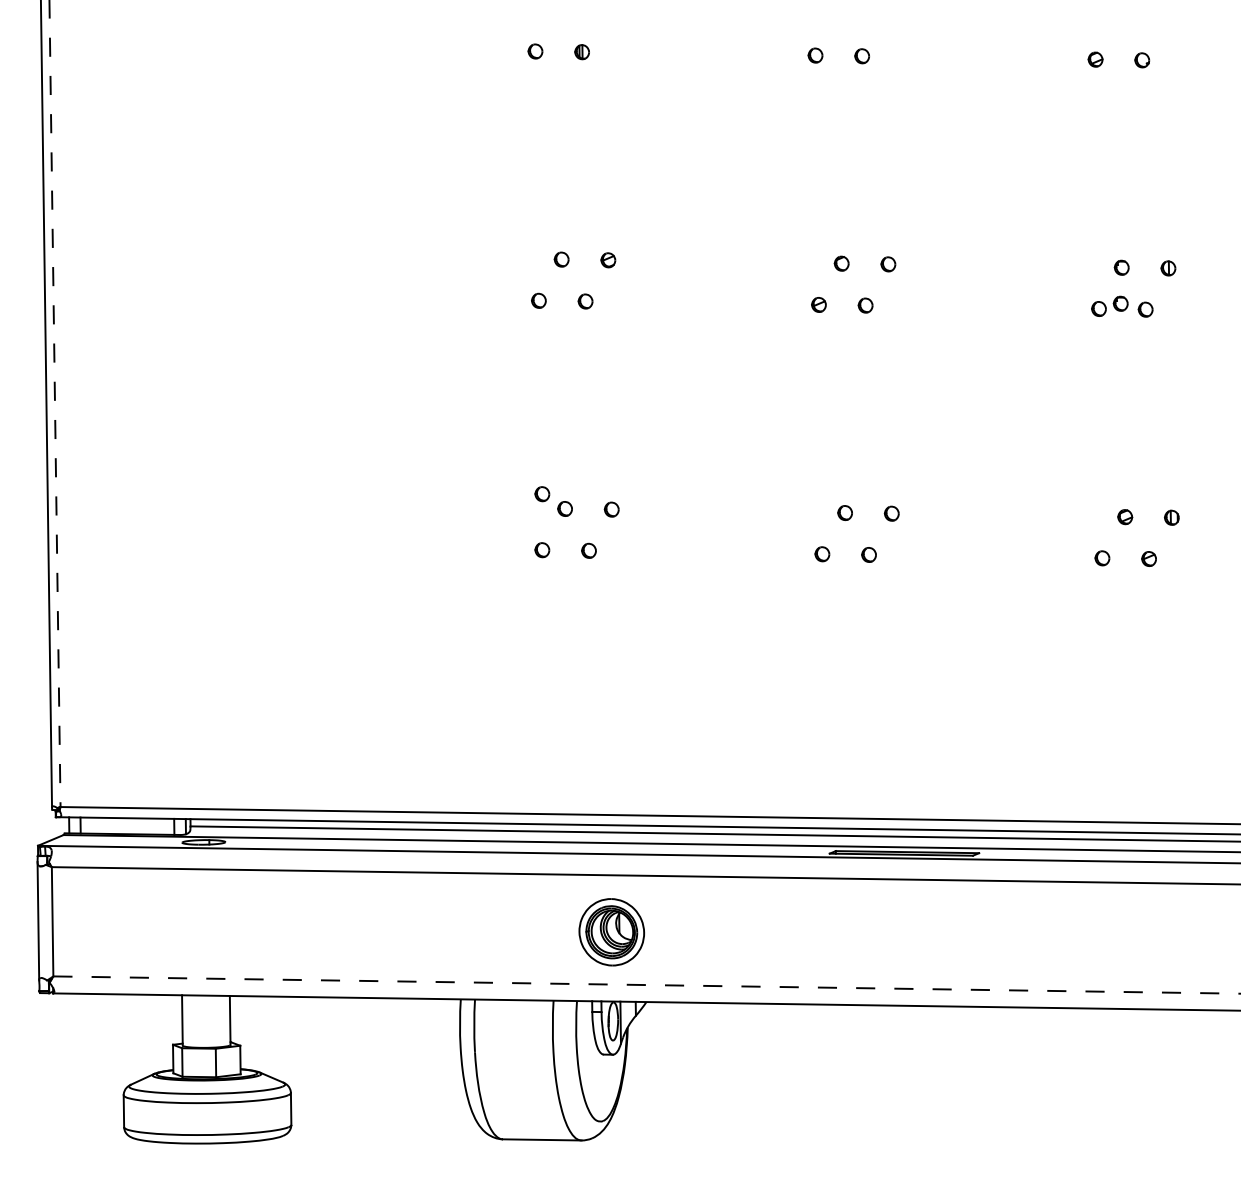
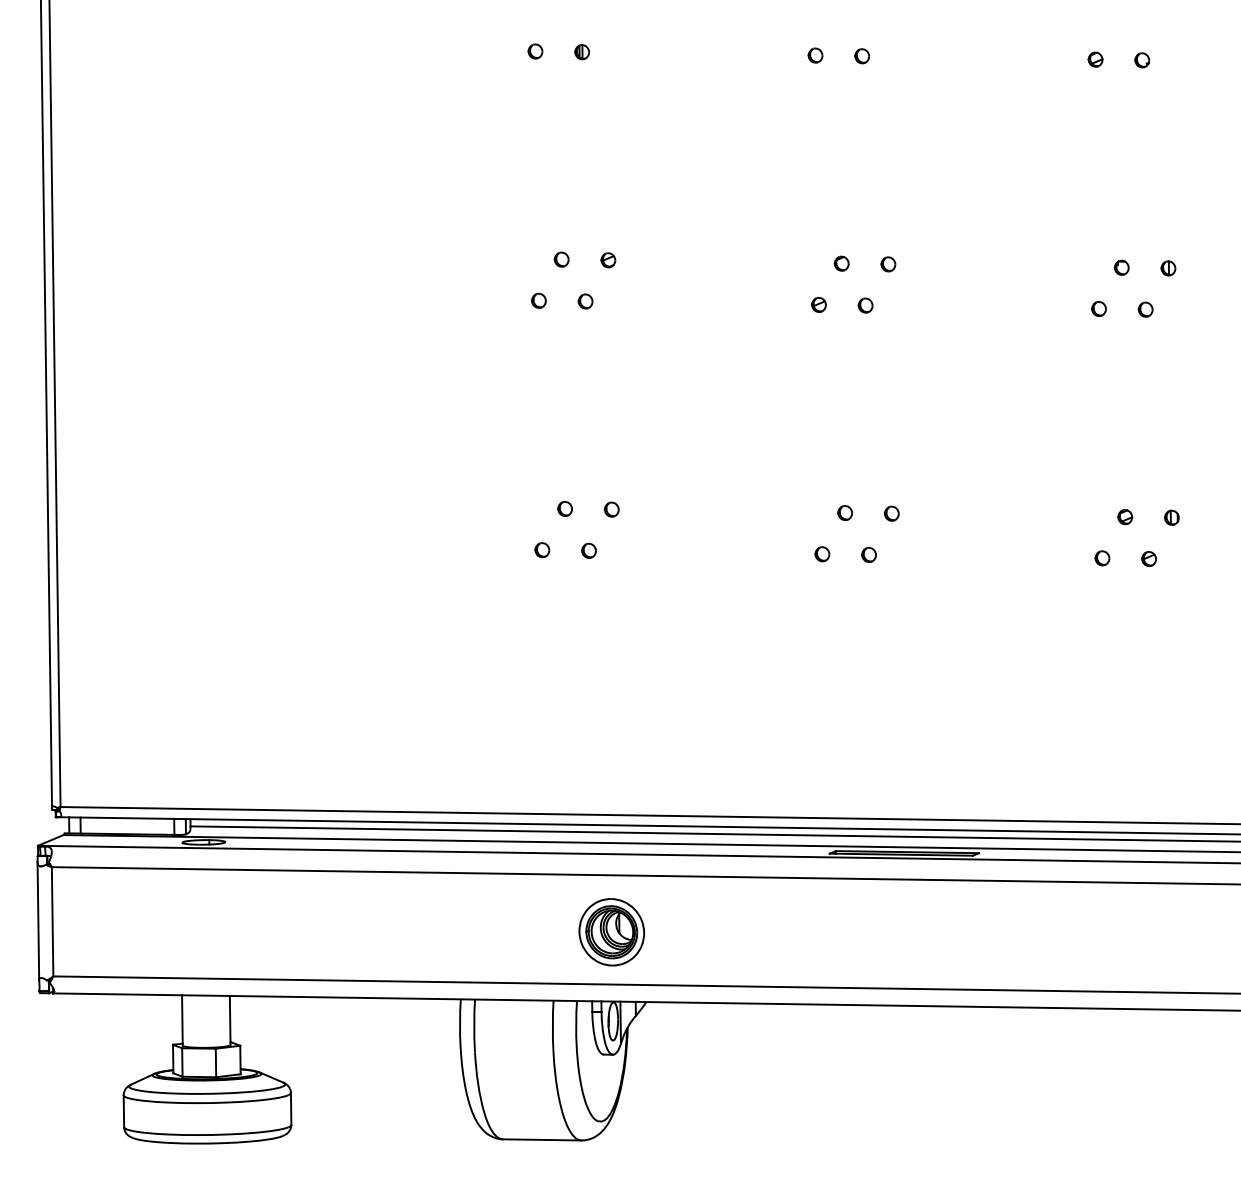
part at (1120, 303): present -> none
line at (55, 404): dashed -> solid
part at (542, 494): present -> none
line at (647, 985): dashed -> solid
